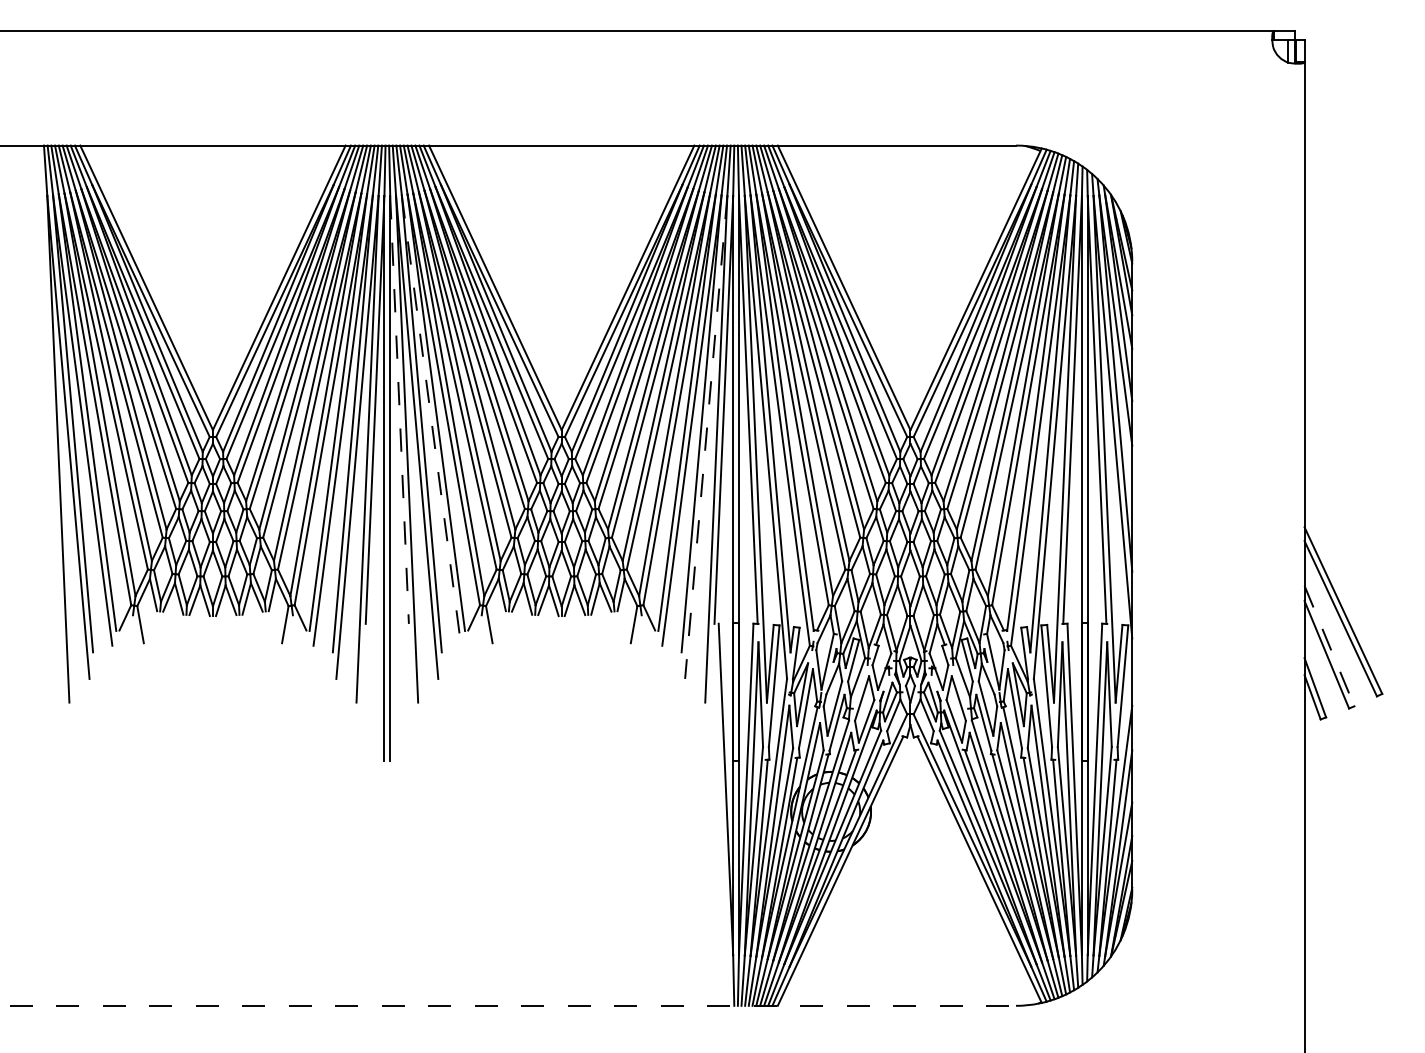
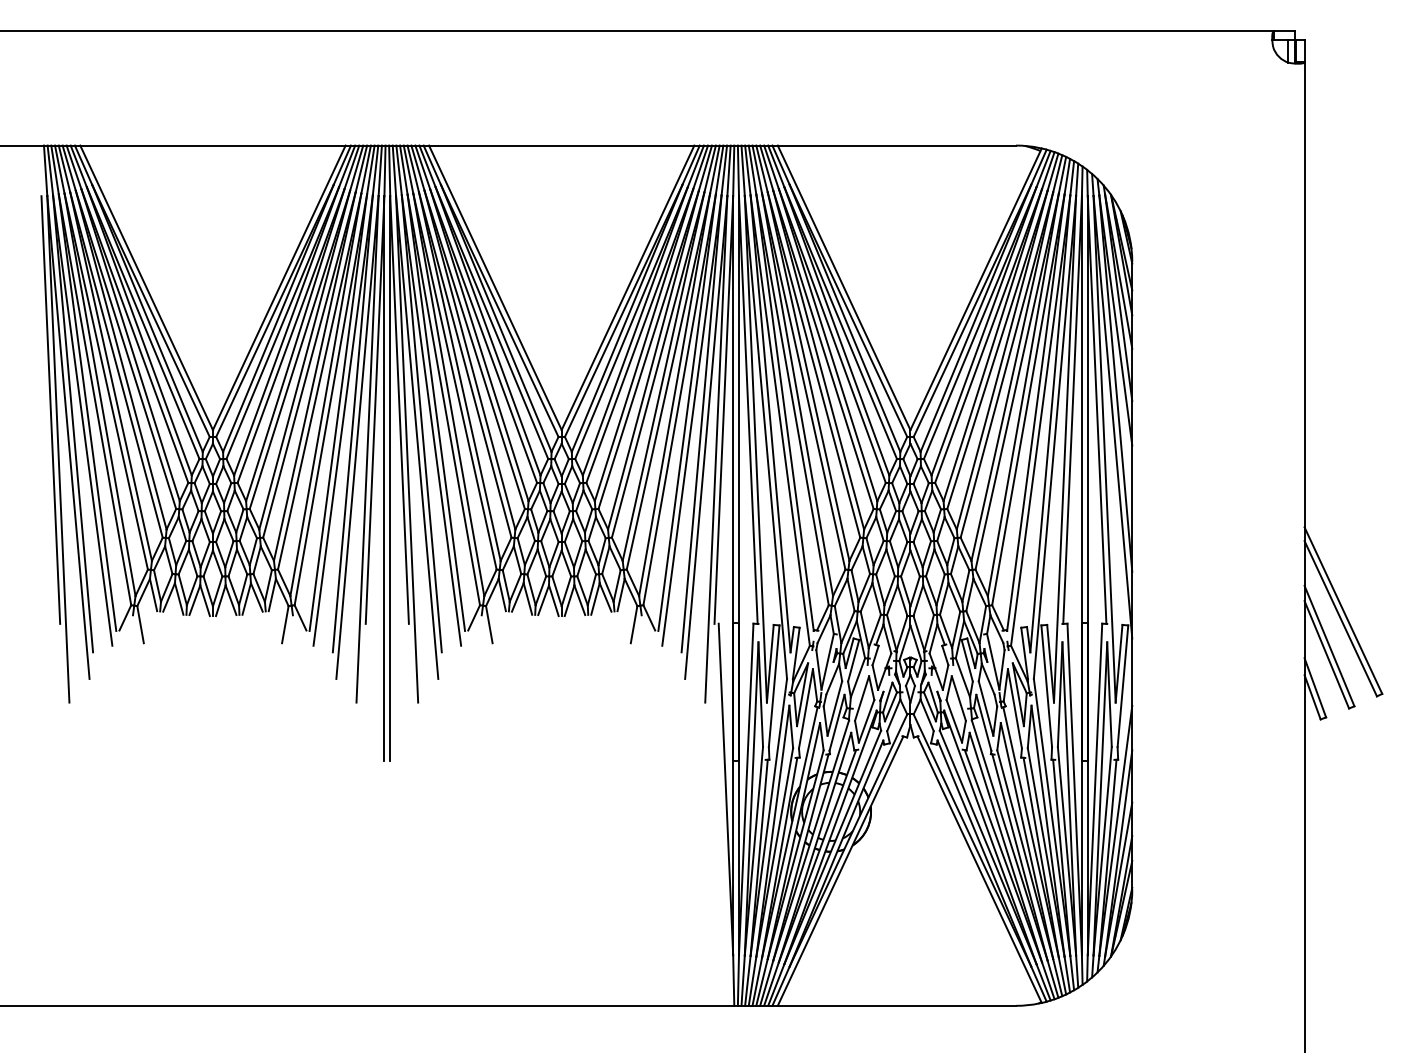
line at (50, 409): none -> present
line at (399, 410): dashed -> solid
line at (431, 421): dashed -> solid
line at (706, 437): dashed -> solid
line at (1329, 646): dashed -> solid
line at (508, 1005): dashed -> solid
